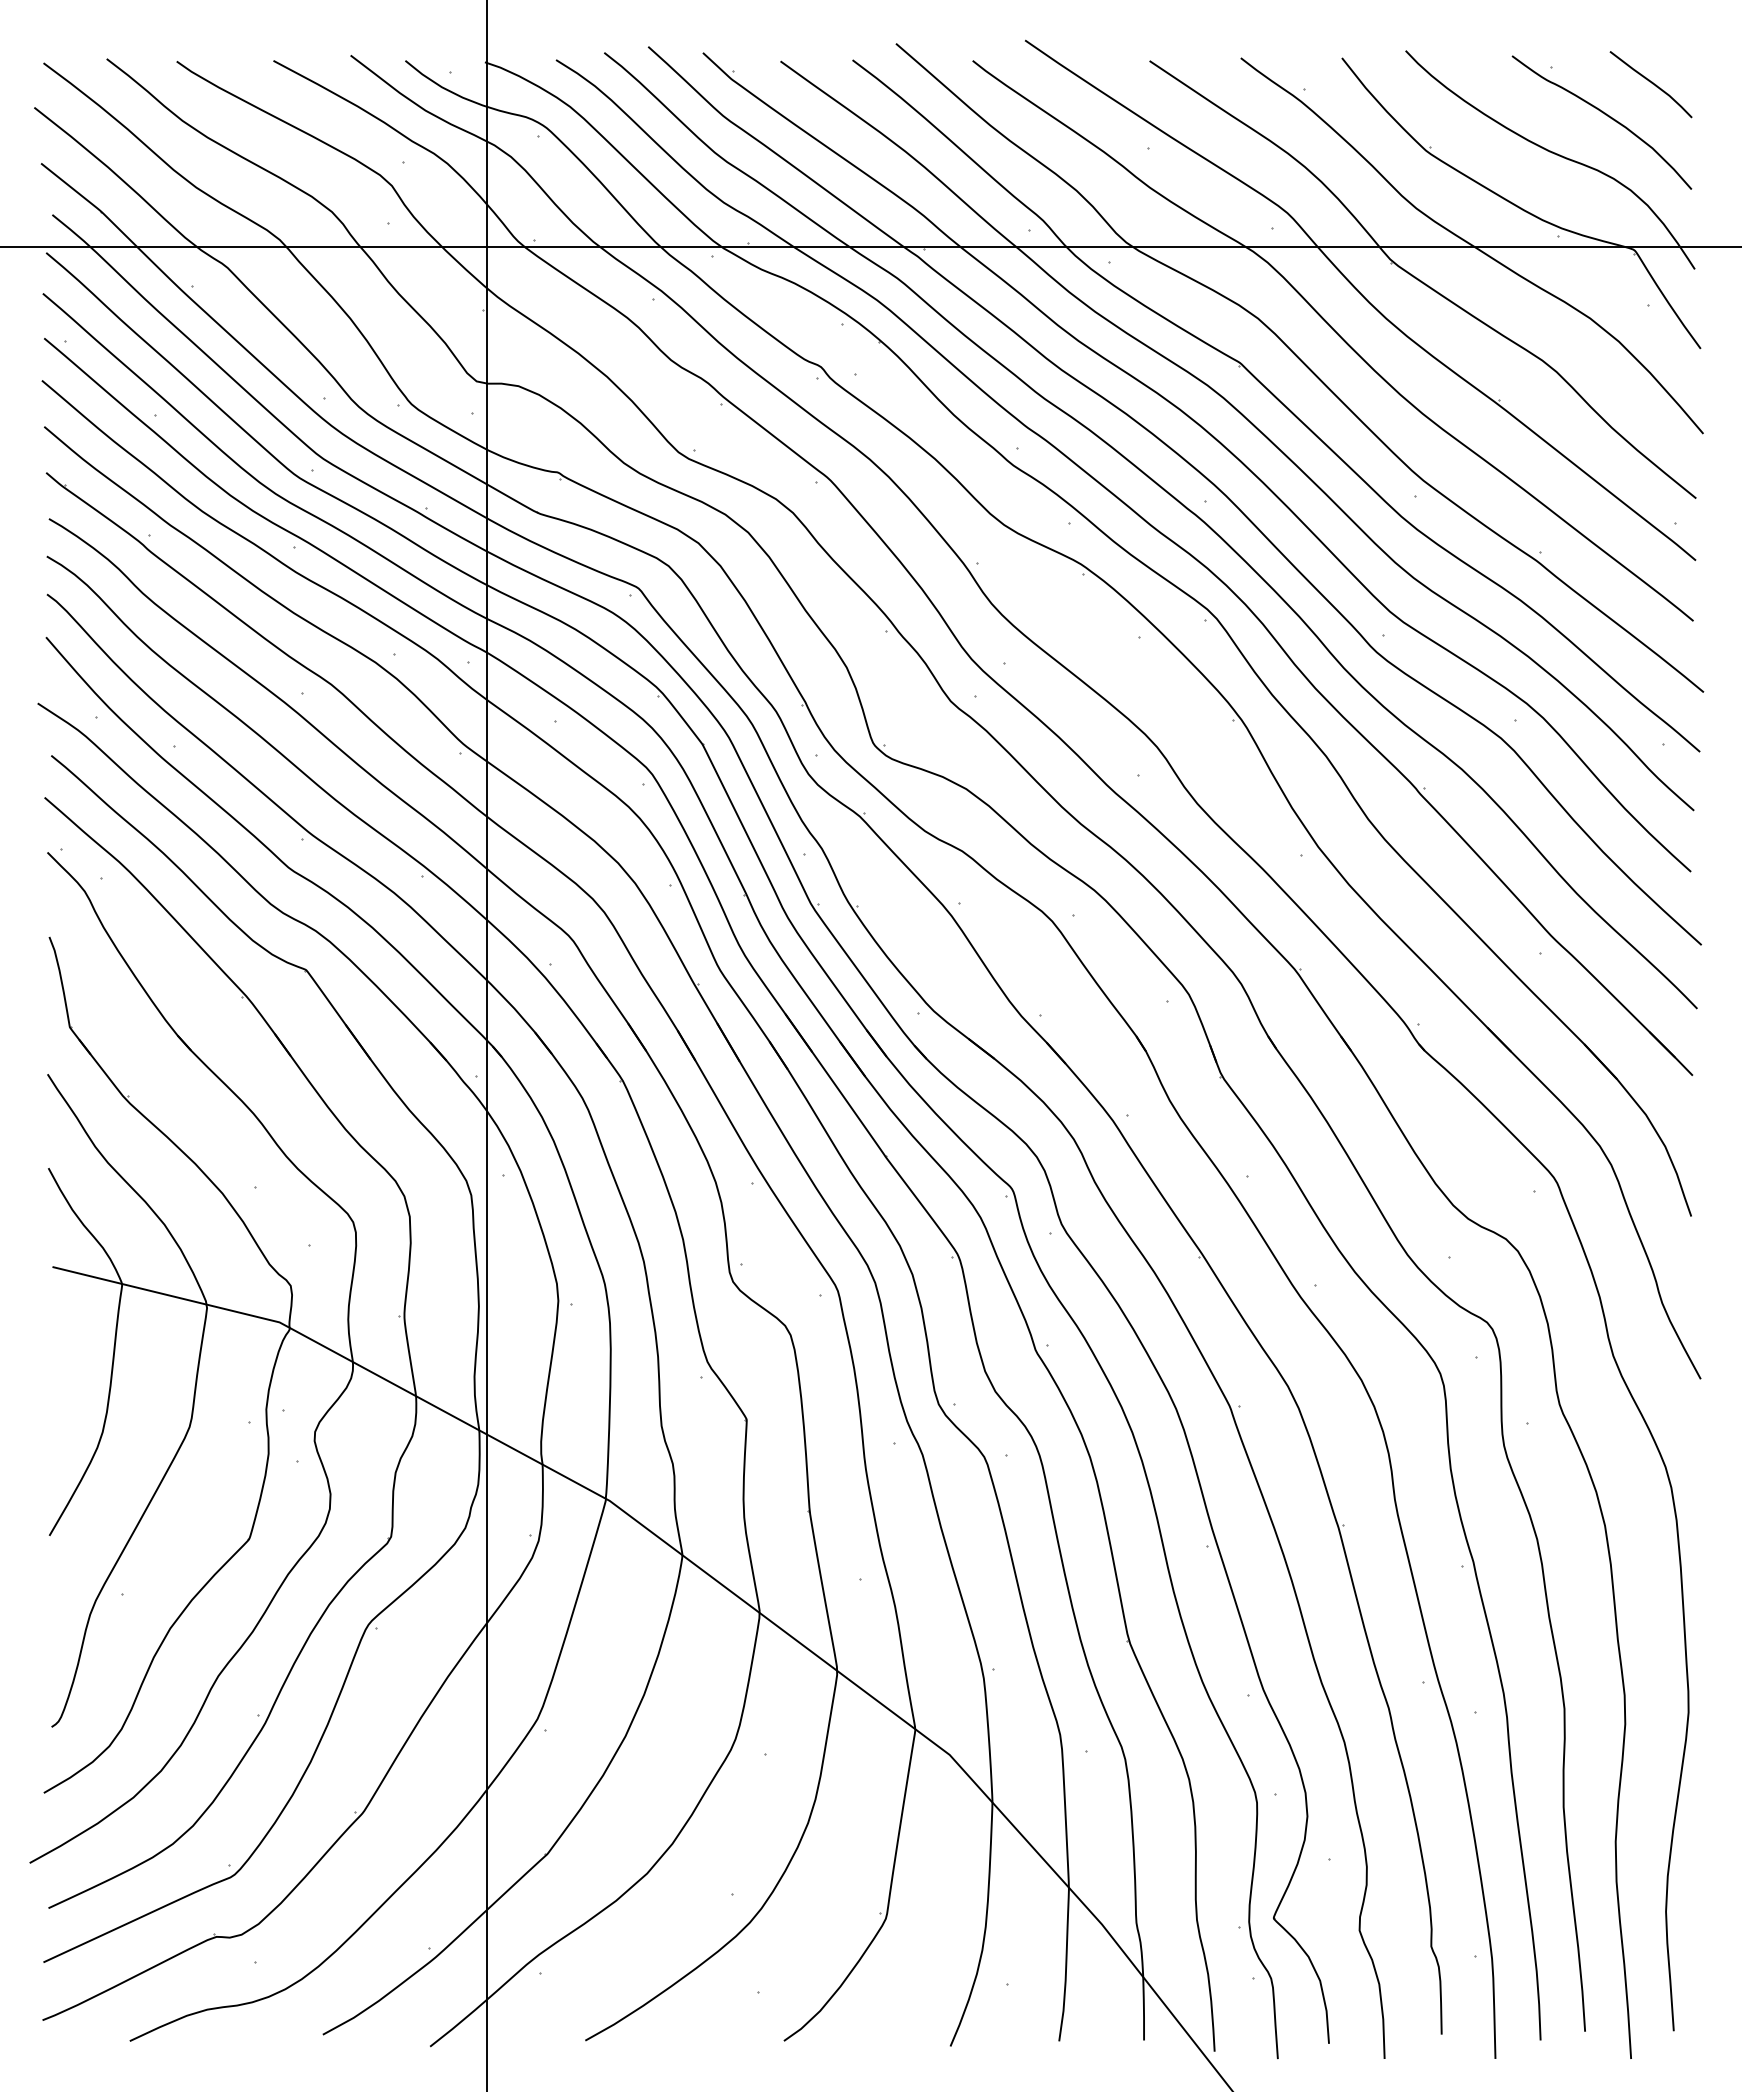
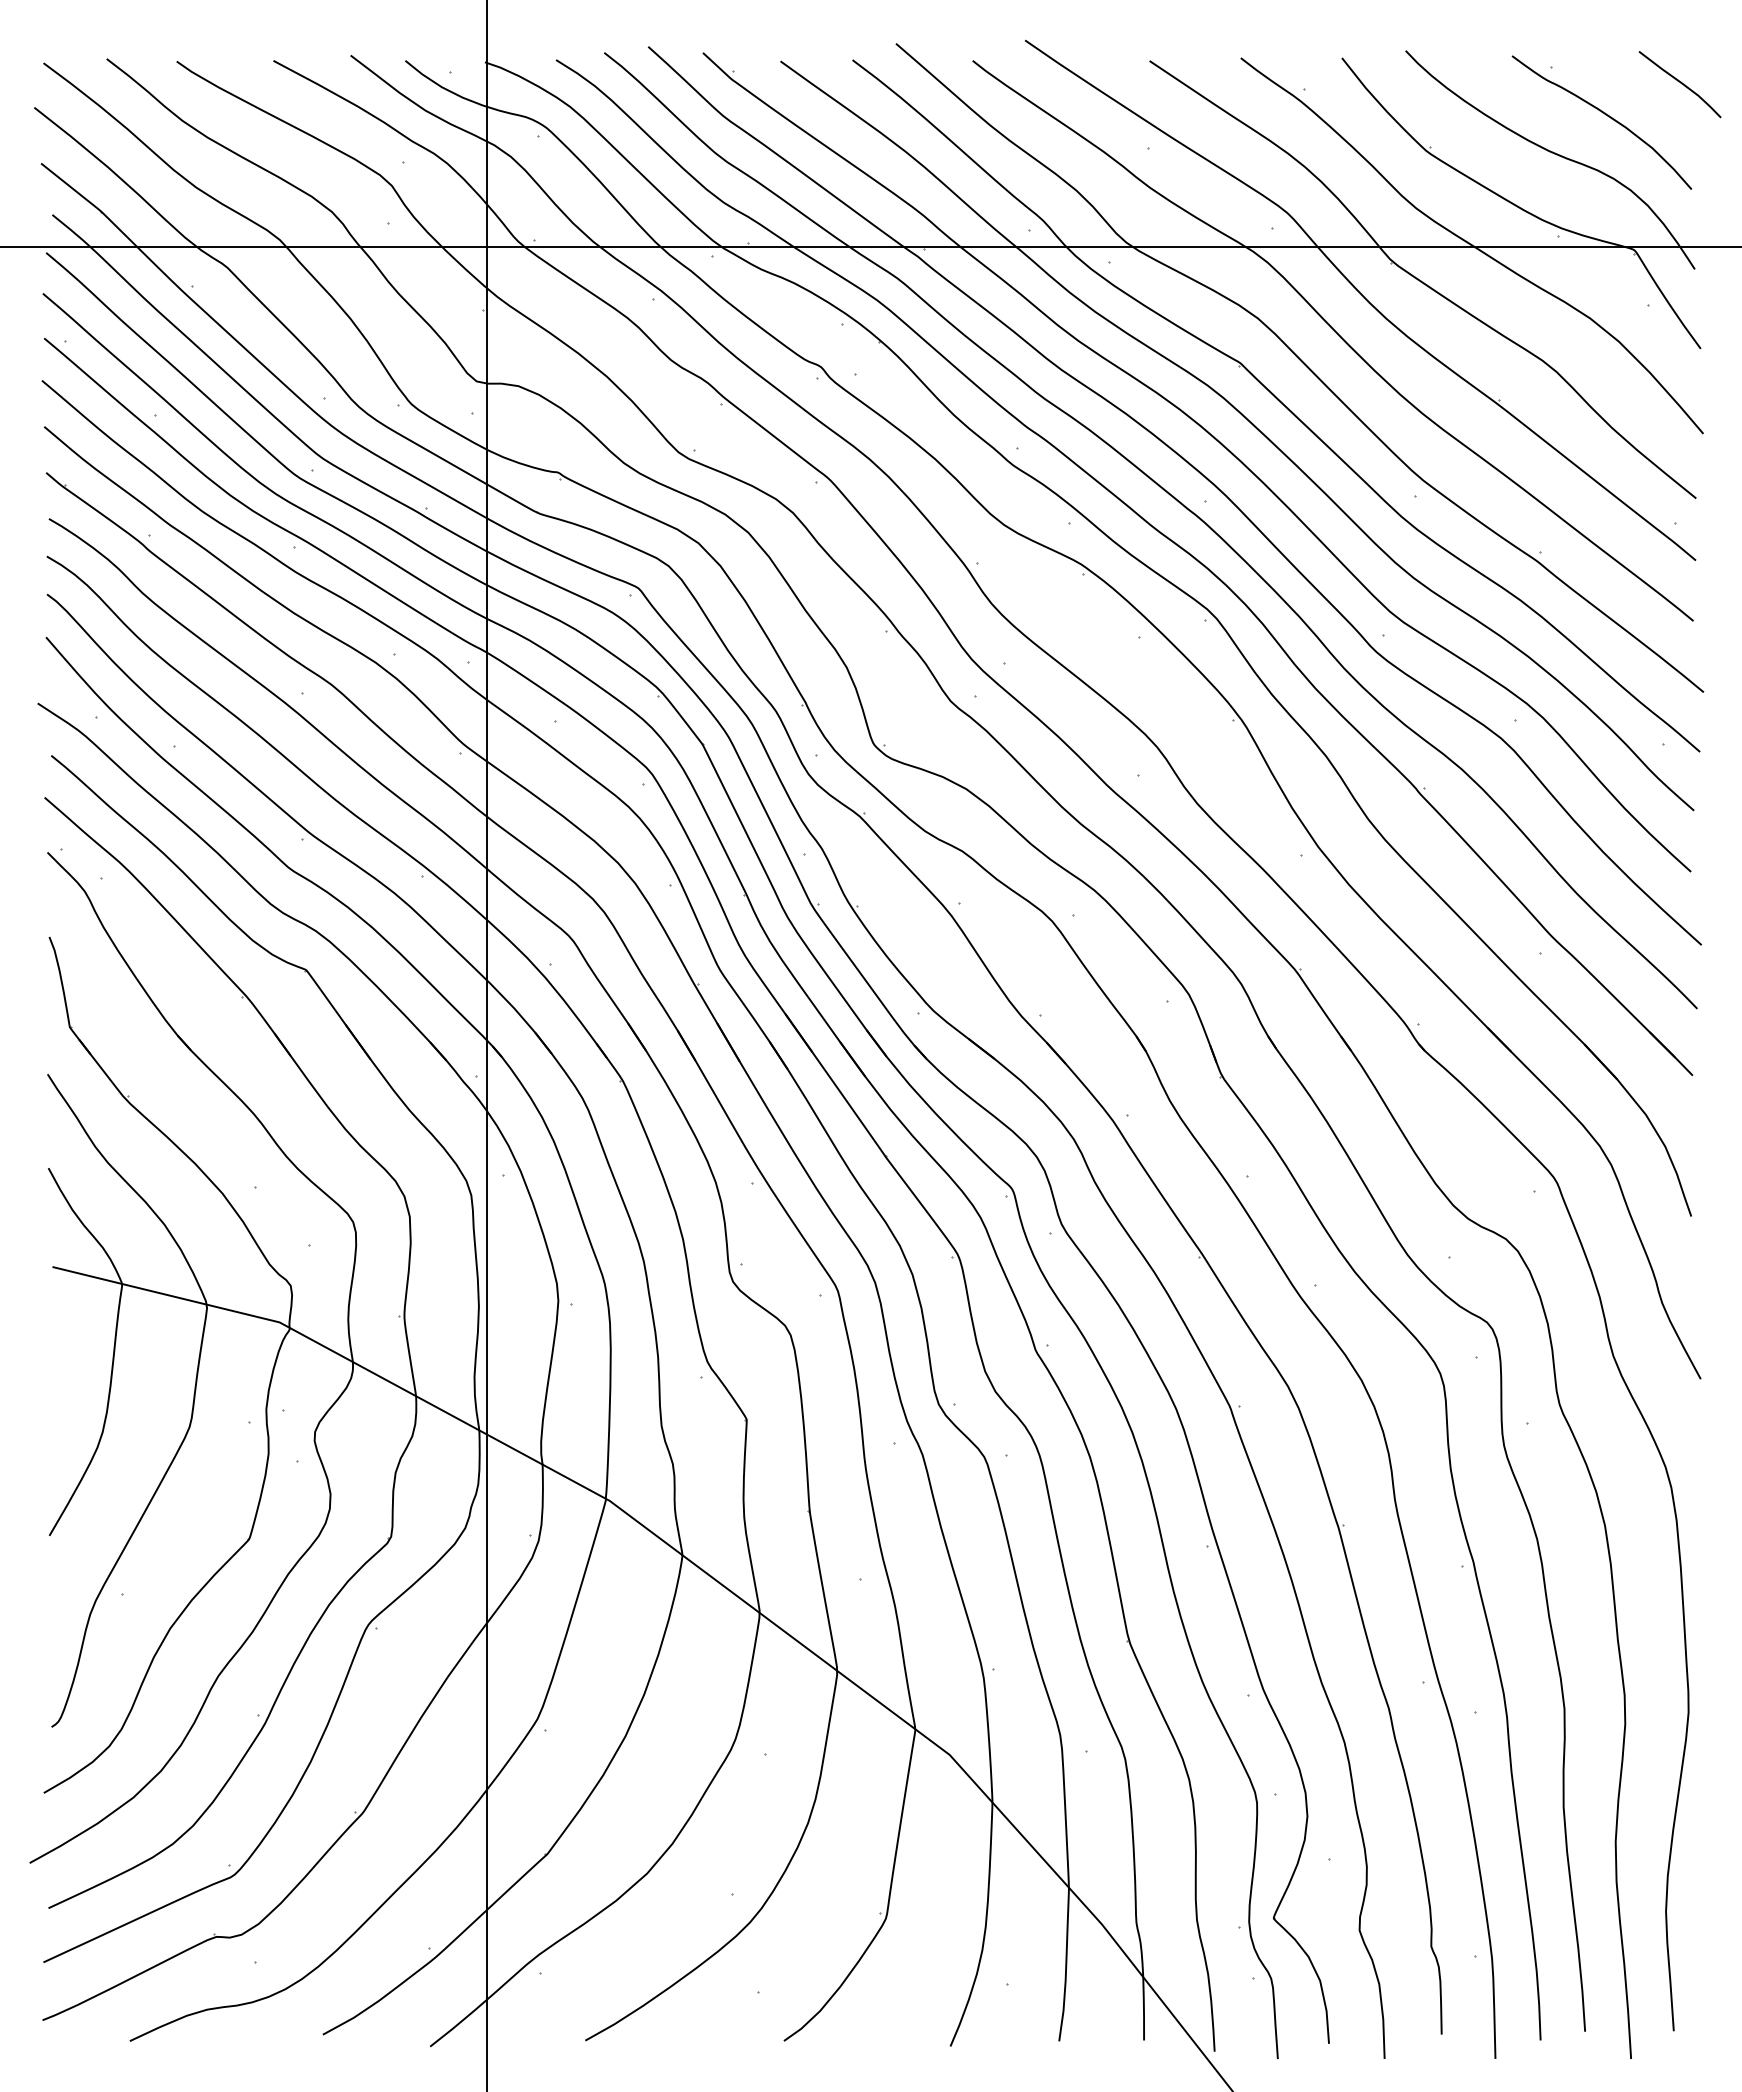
curve at (1651, 83) position: (1651, 83) -> (1680, 83)
